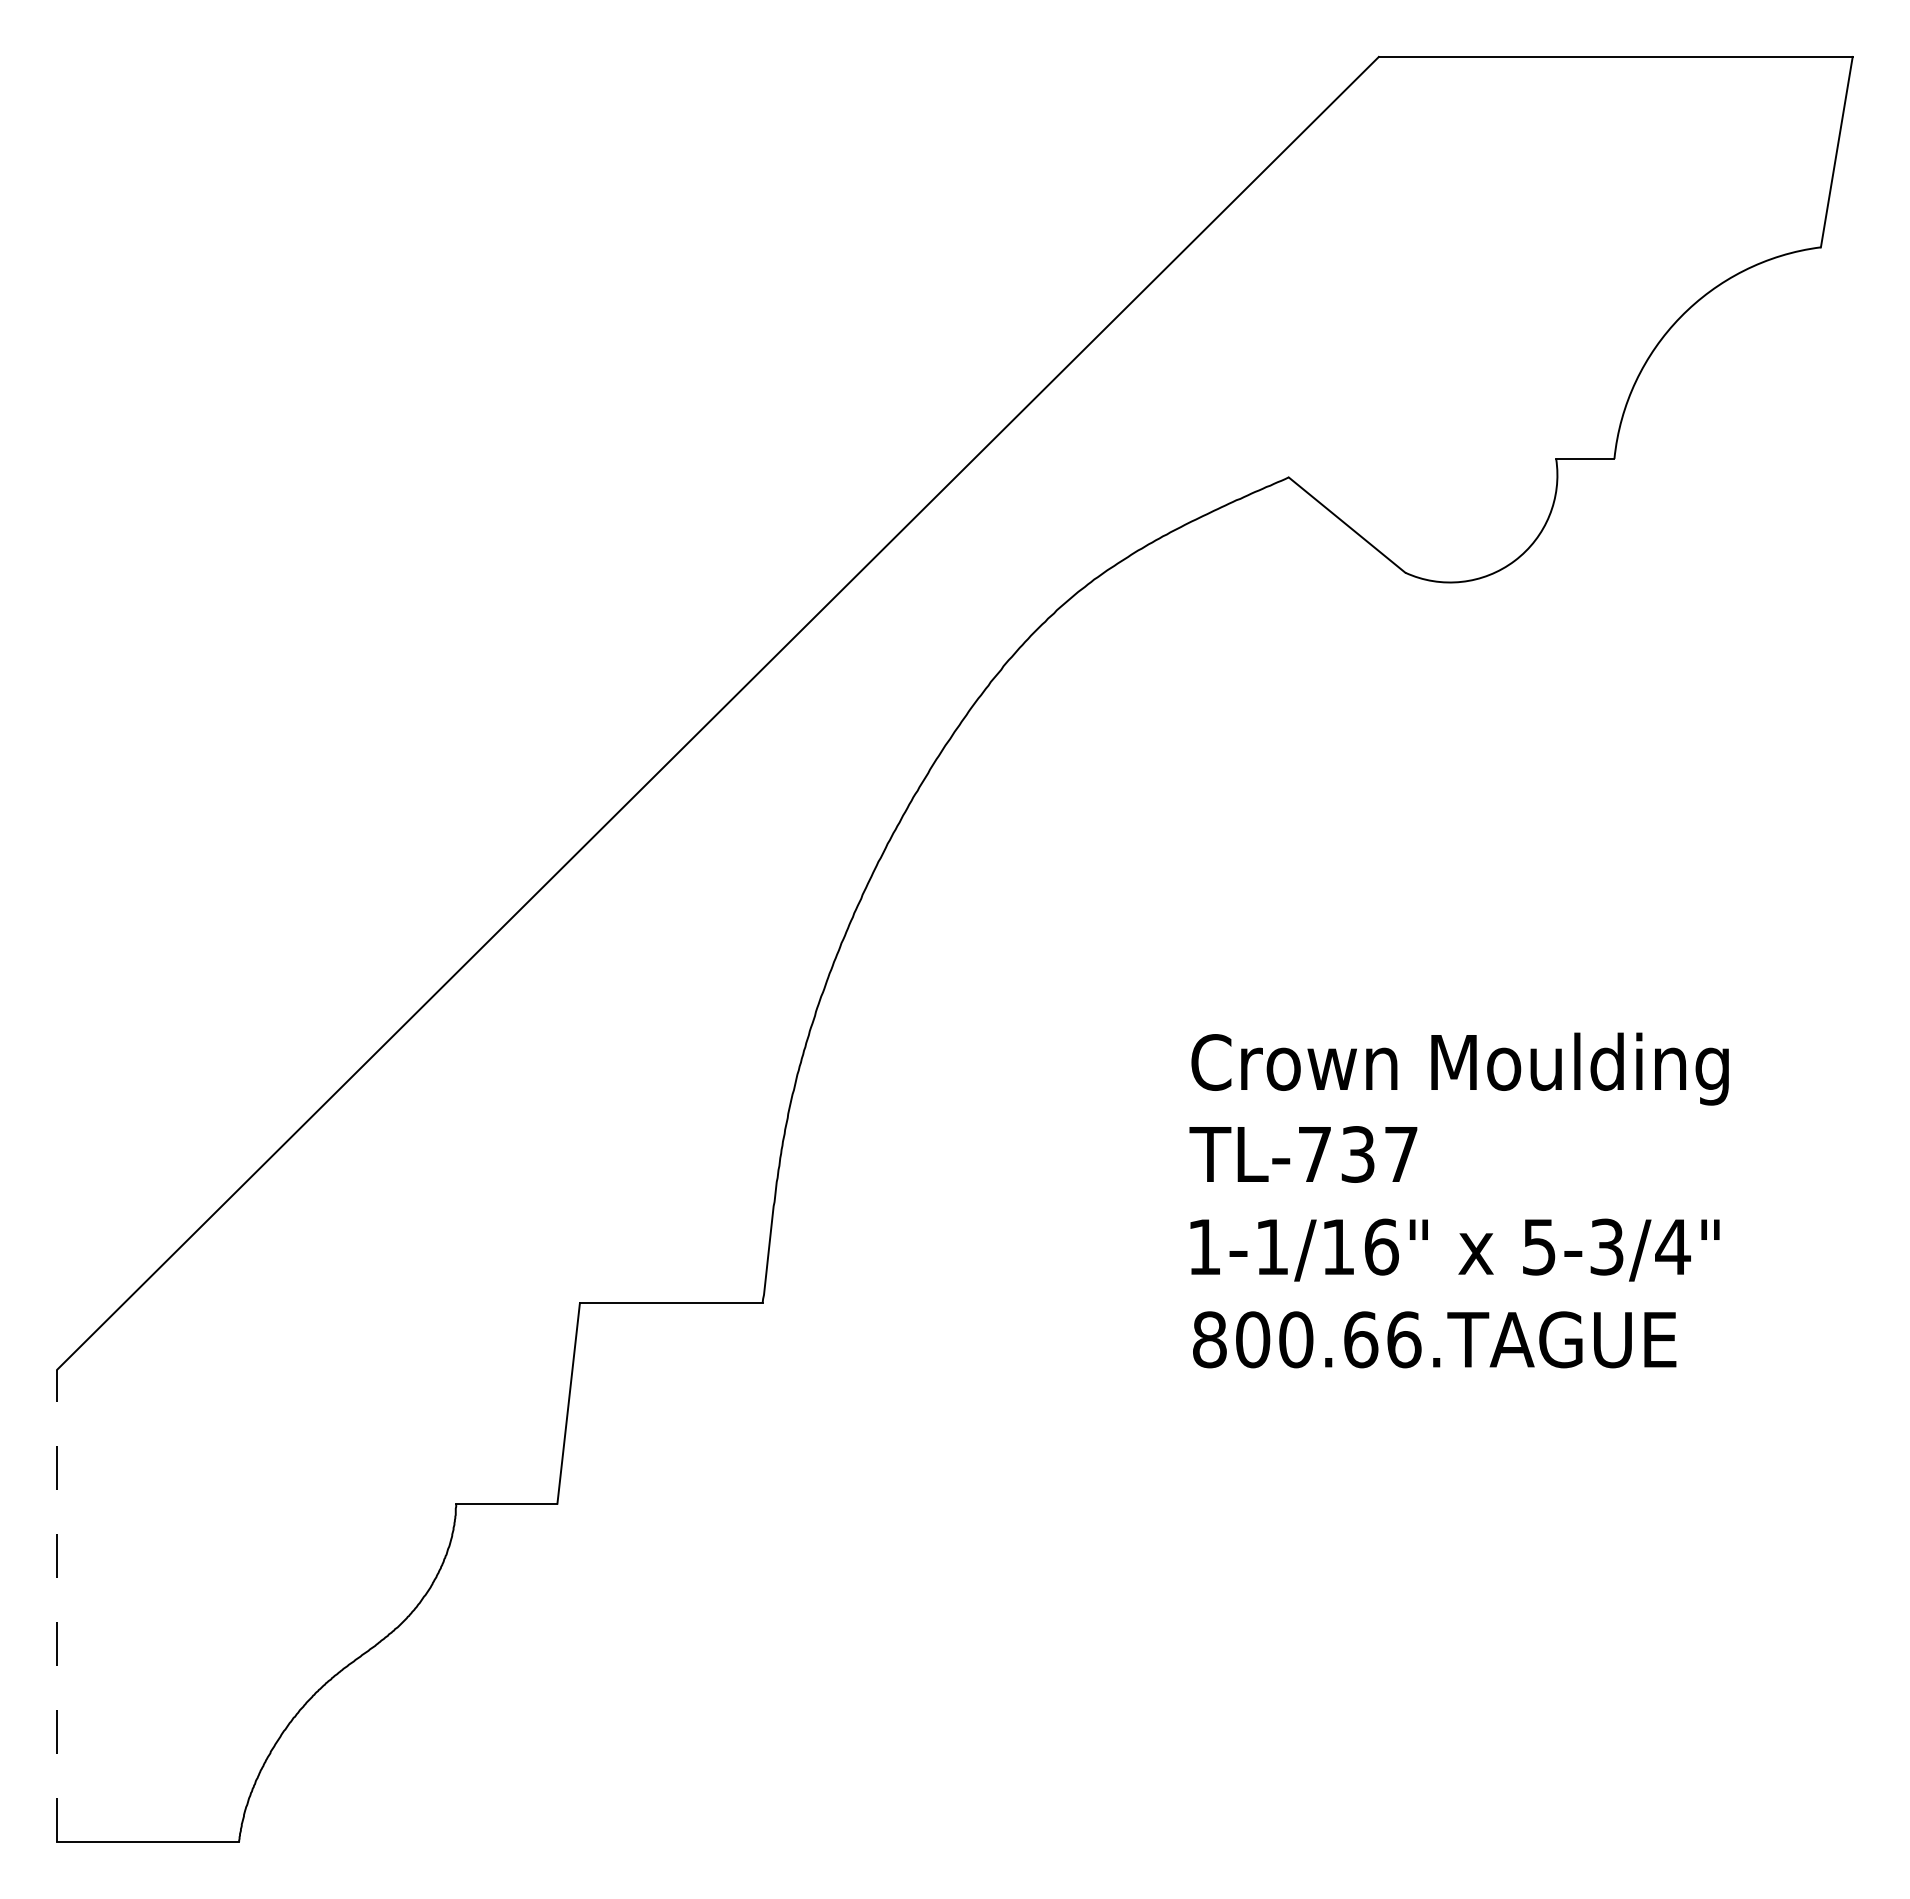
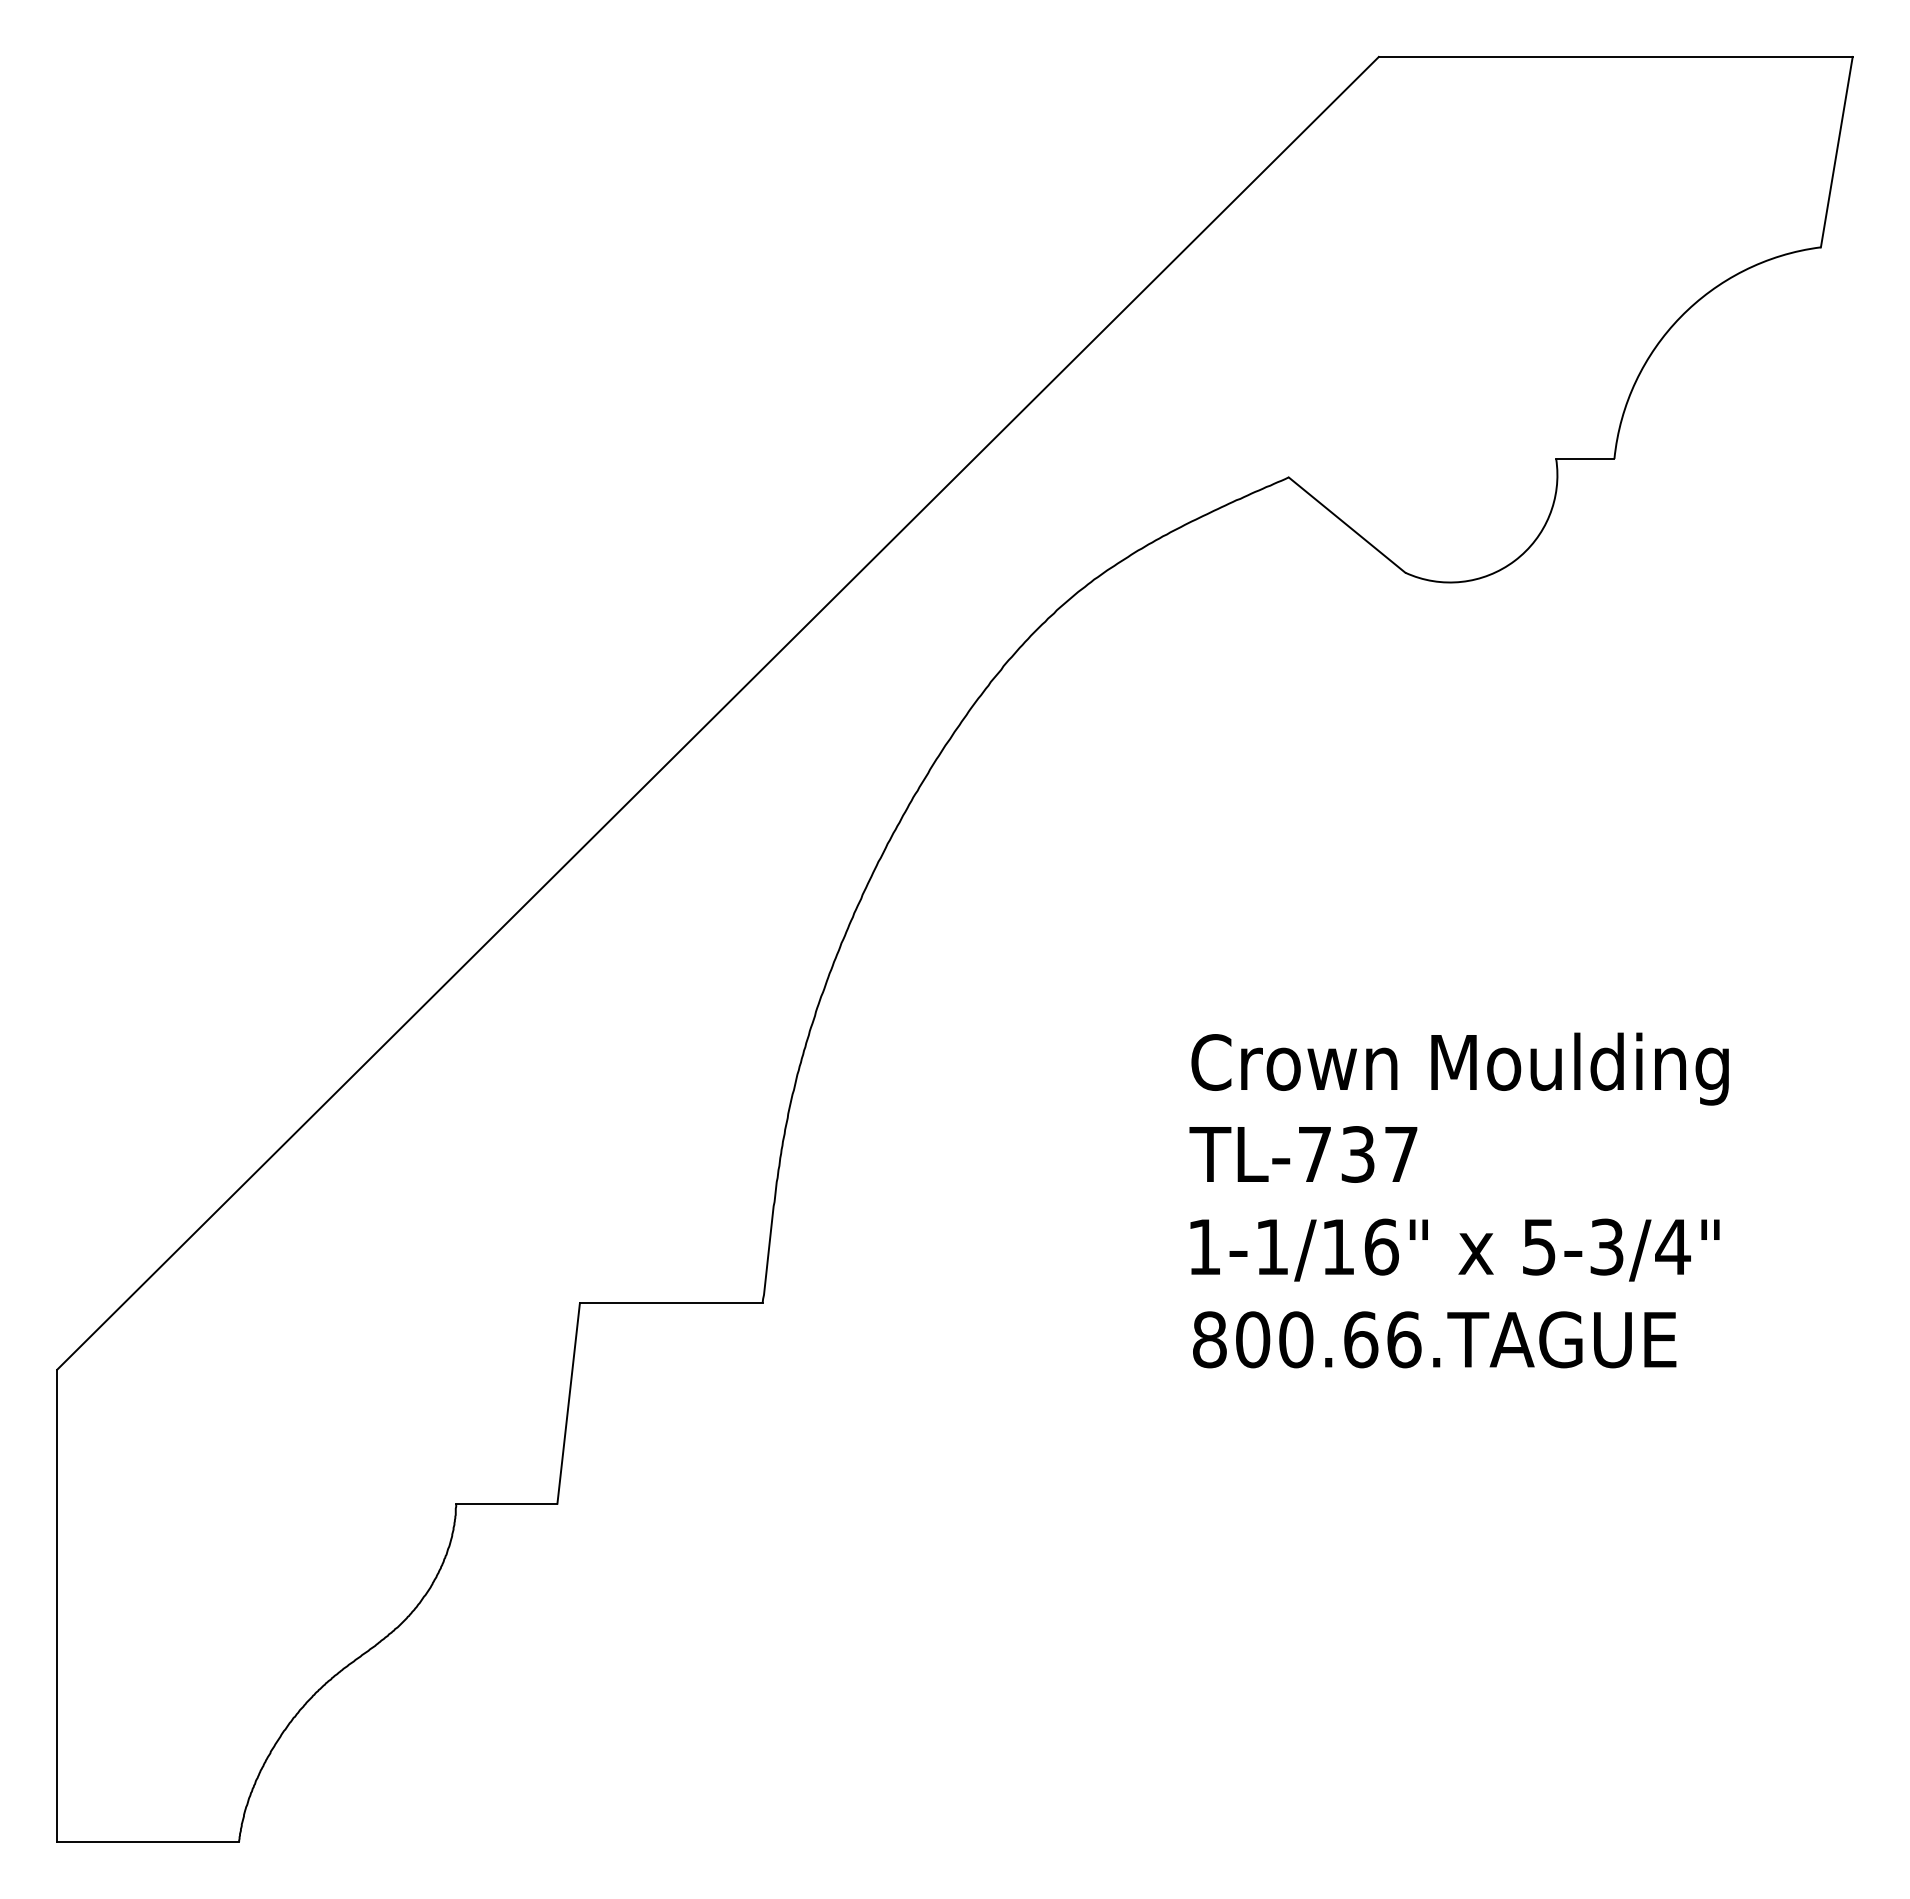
line at (57, 1605): dashed -> solid
